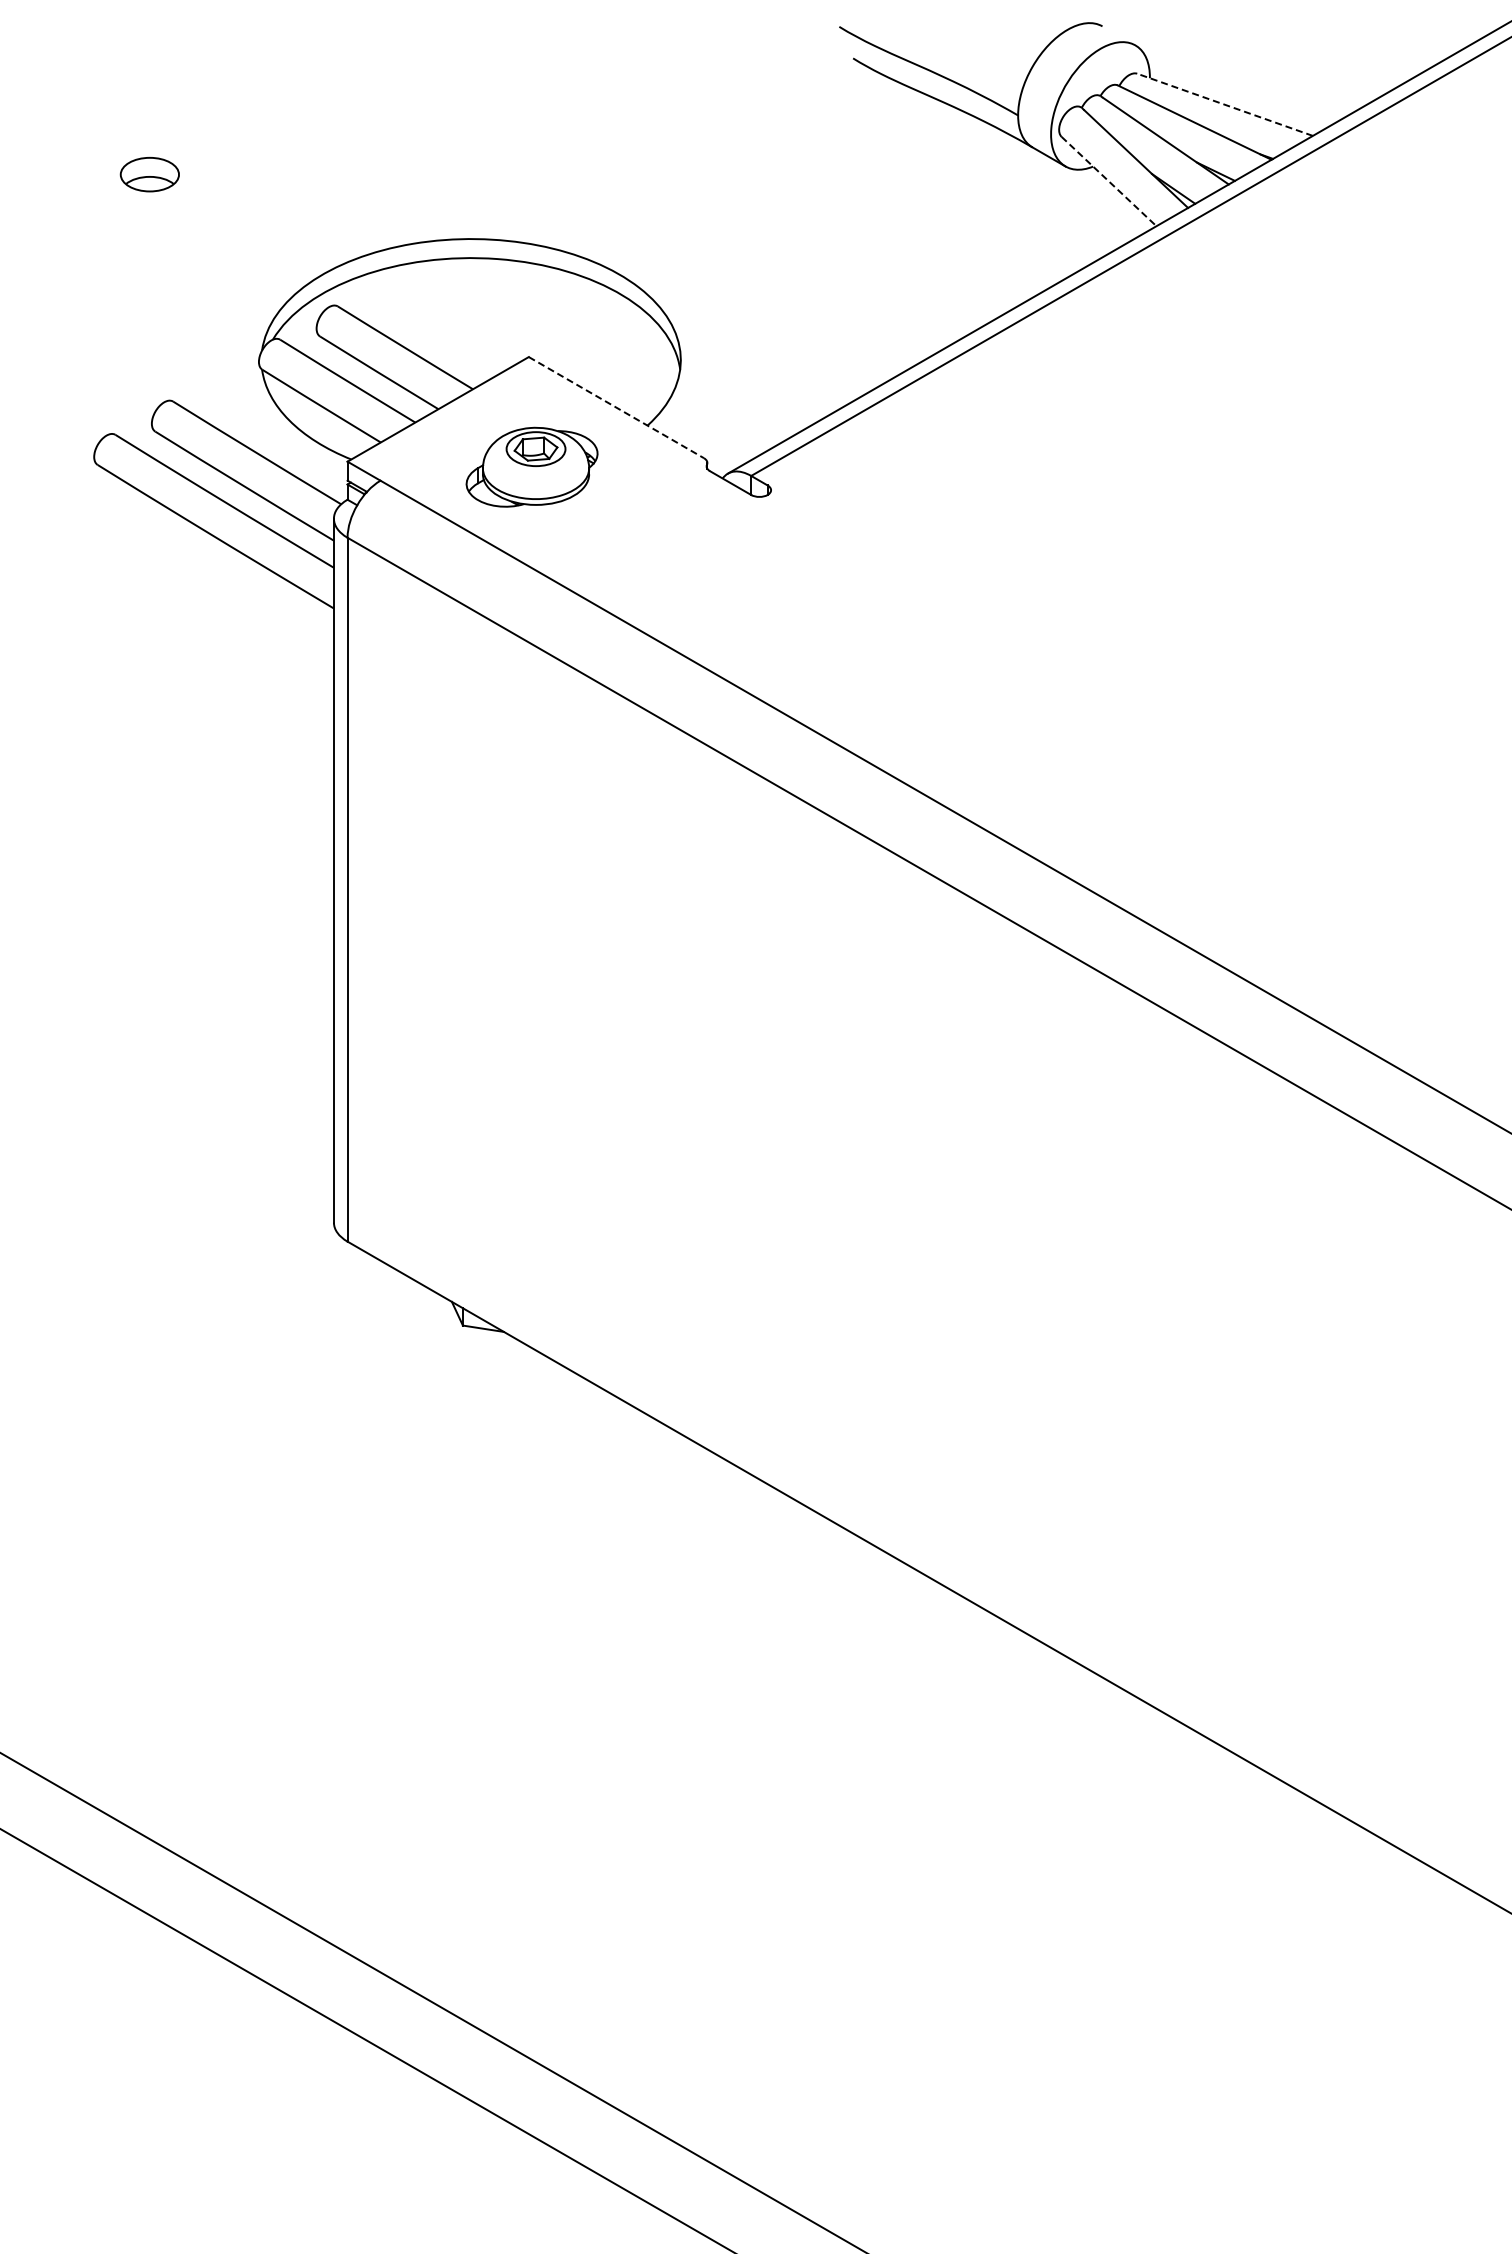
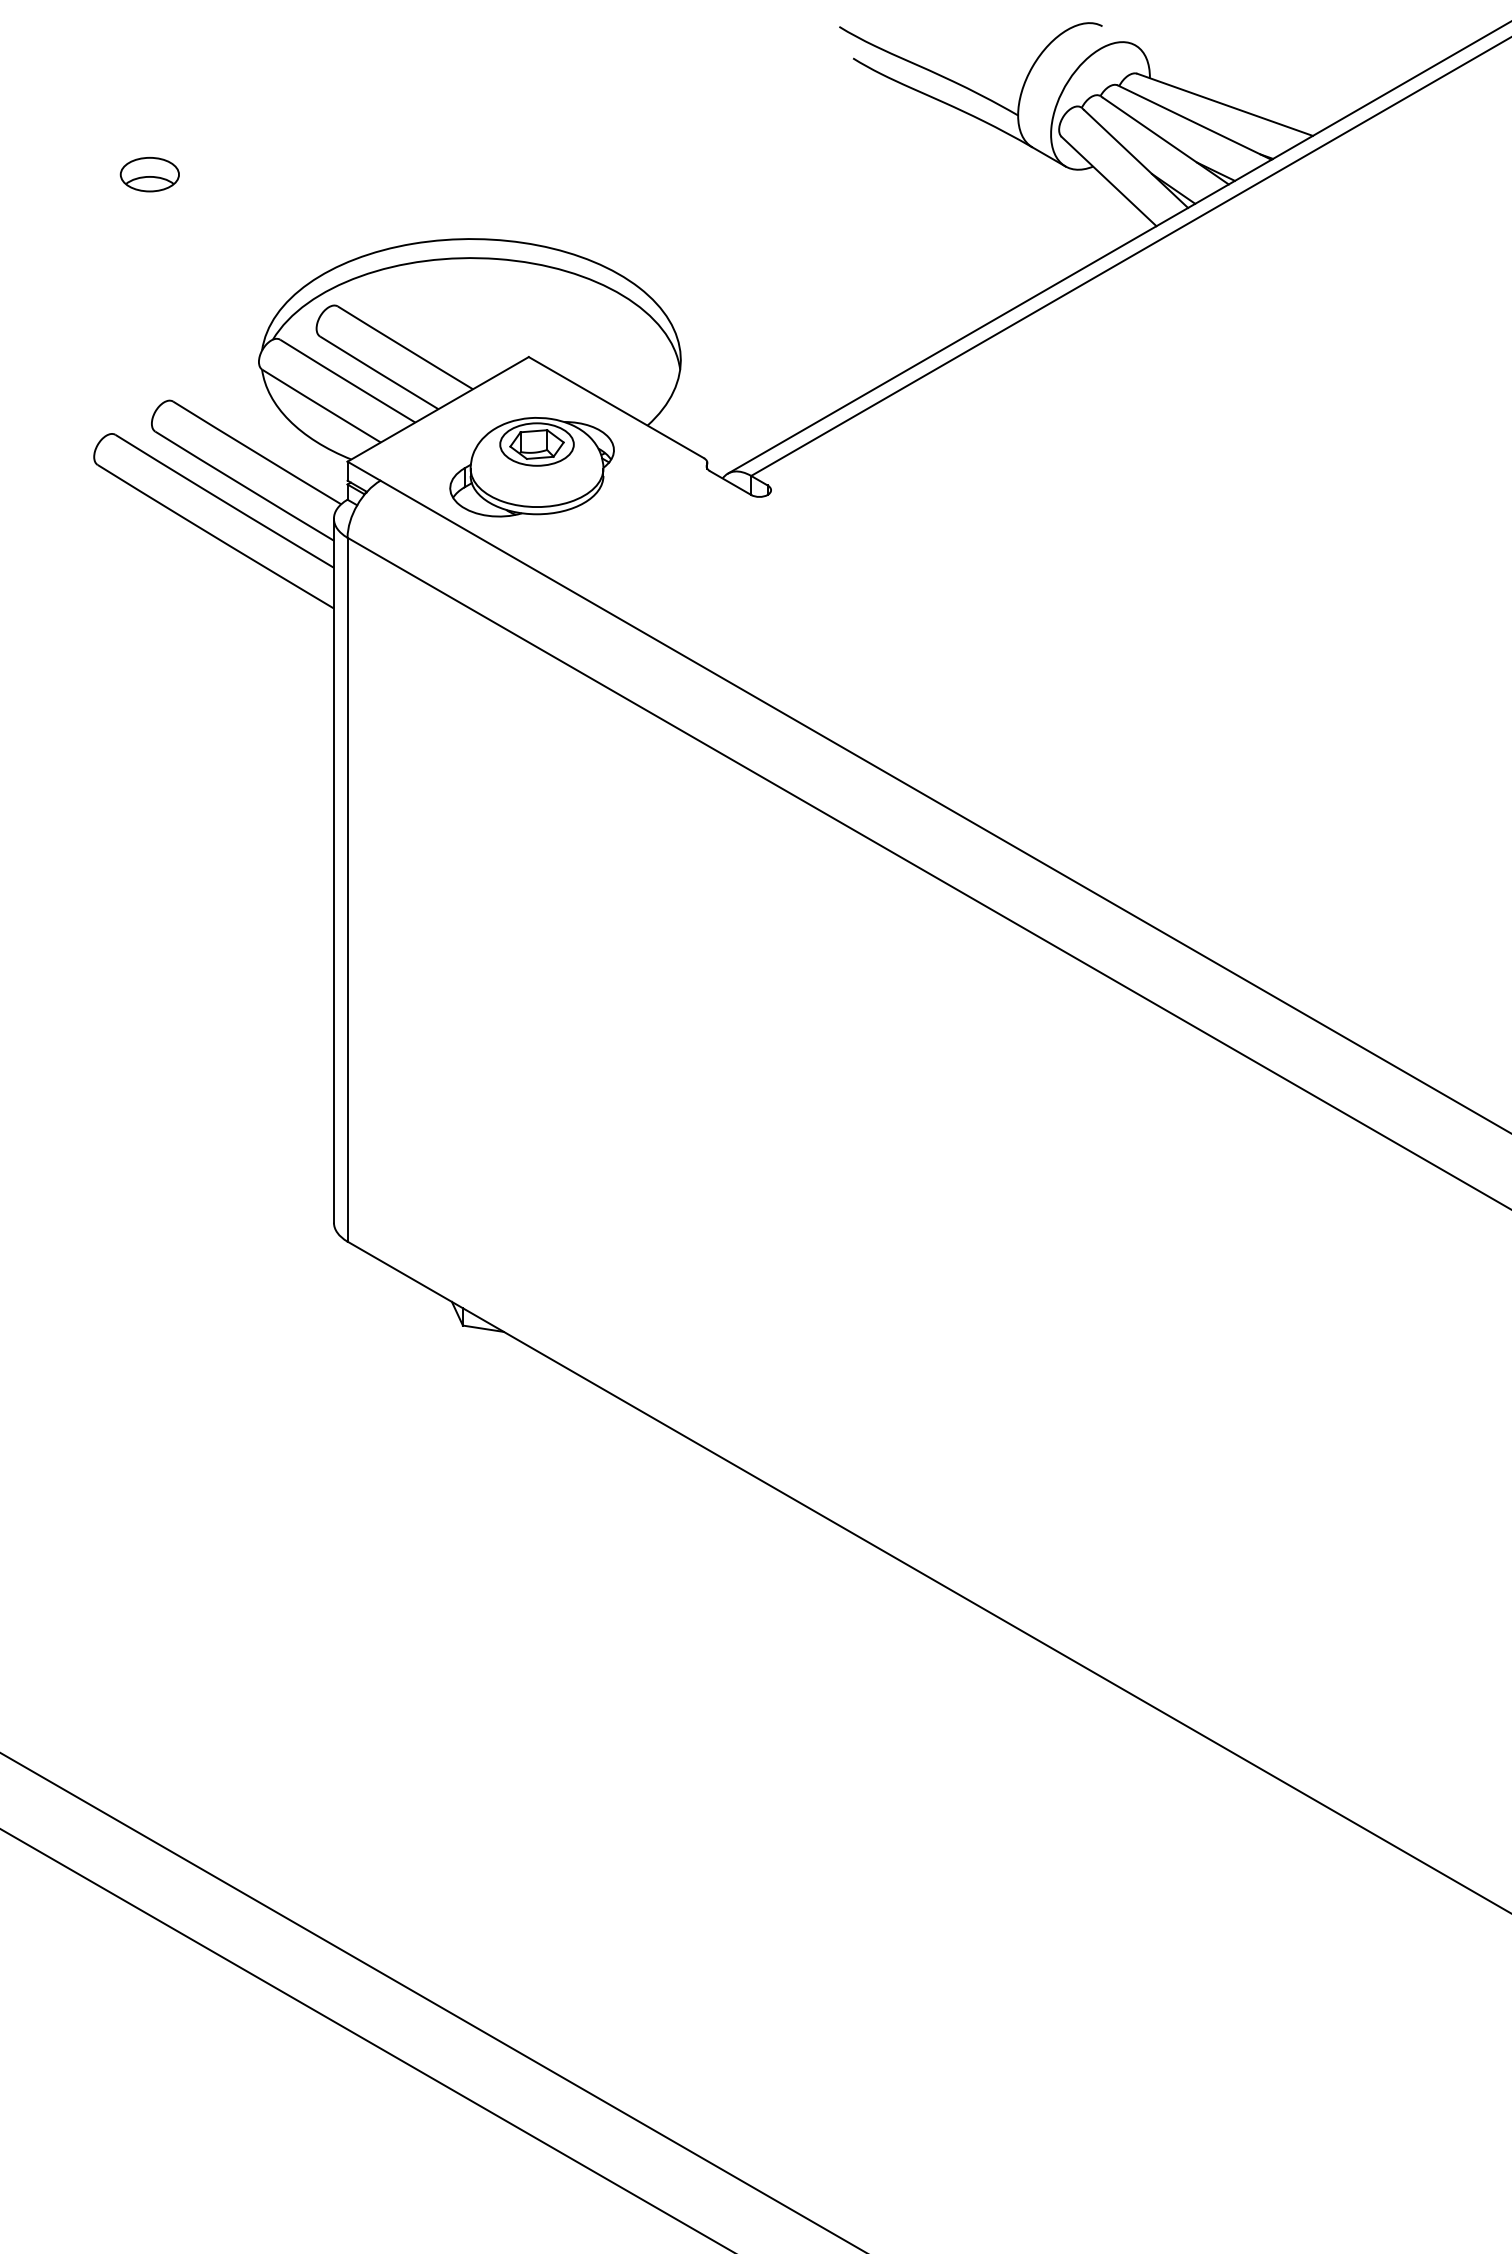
line at (1224, 104): dashed -> solid
line at (1109, 181): dashed -> solid
line at (616, 407): dashed -> solid
part at (531, 466) size: 134x82 px -> 166x101 px
